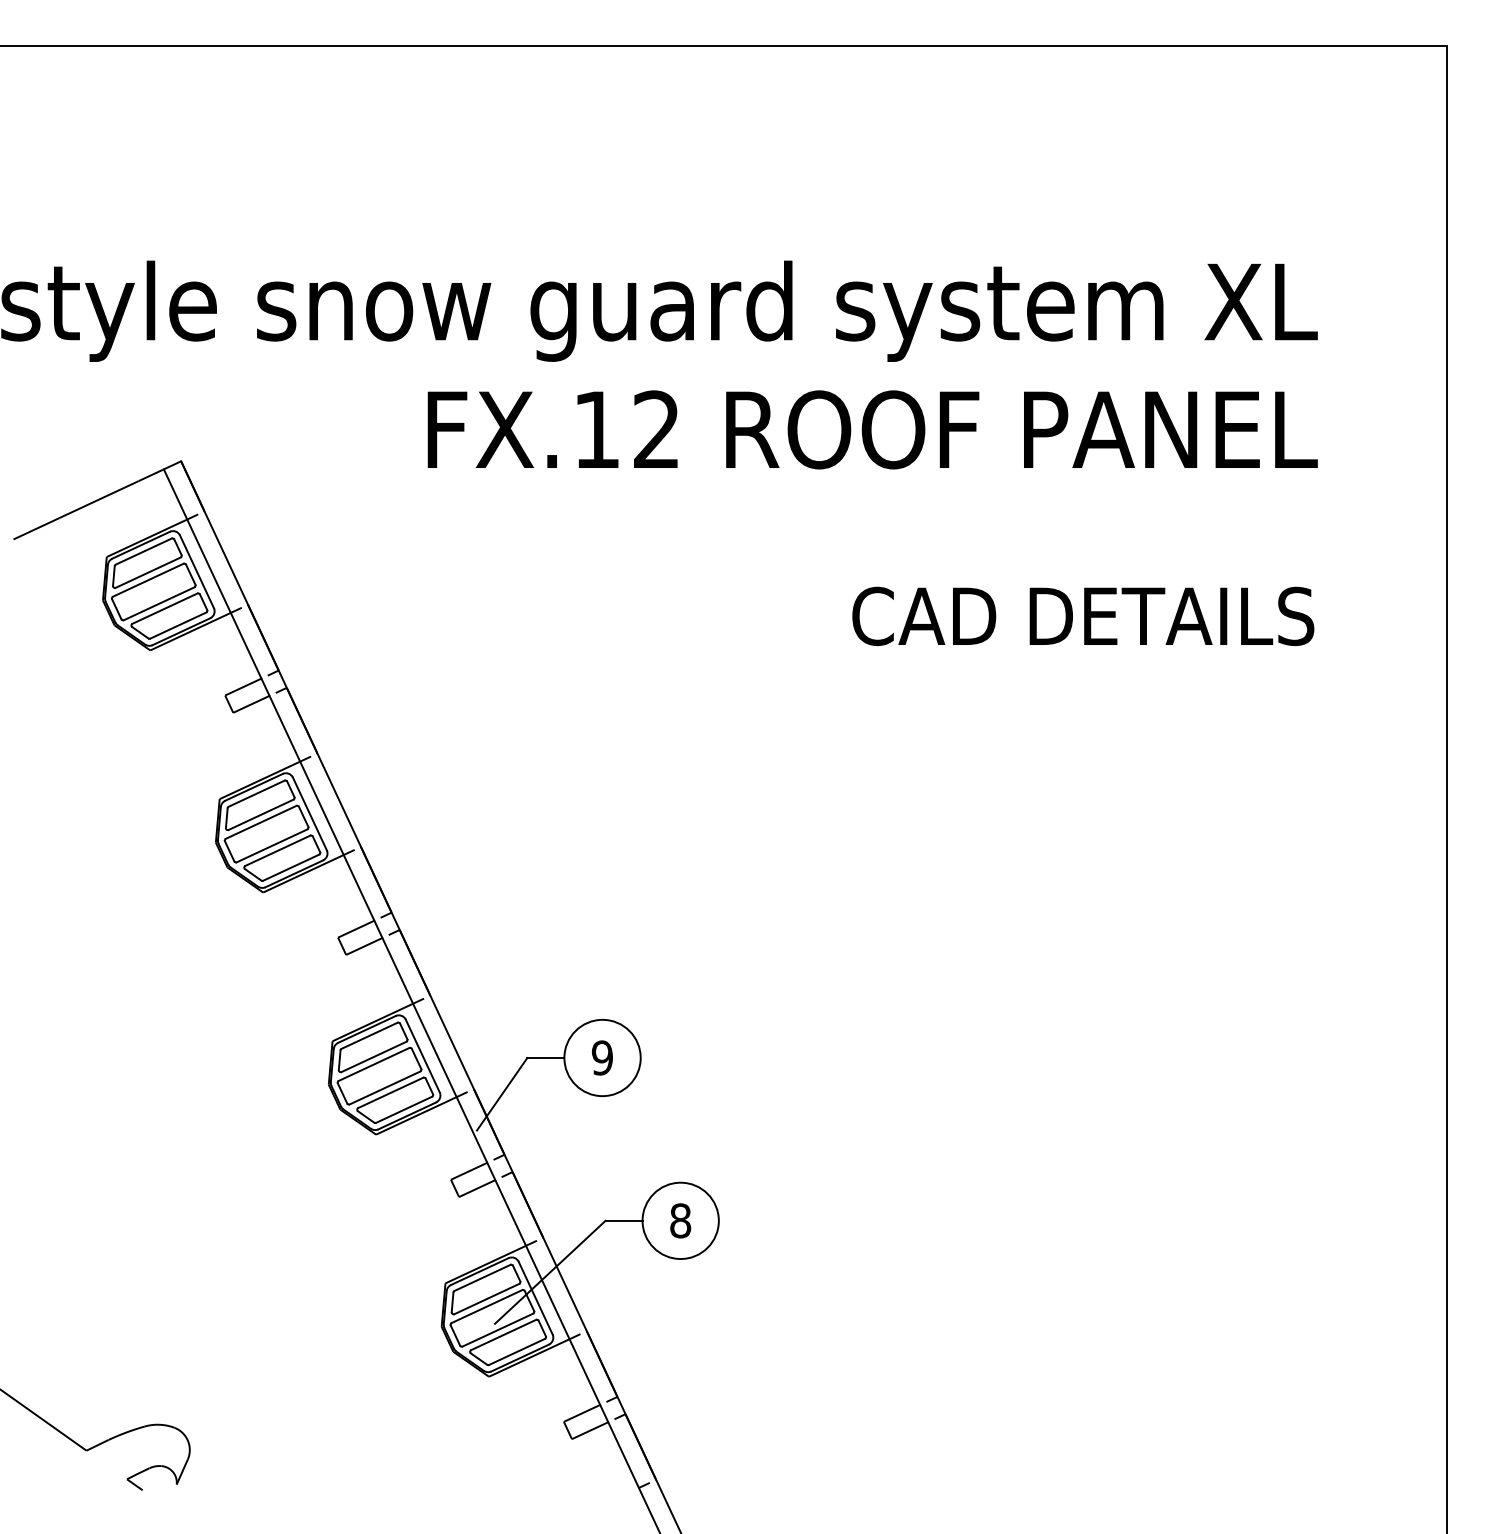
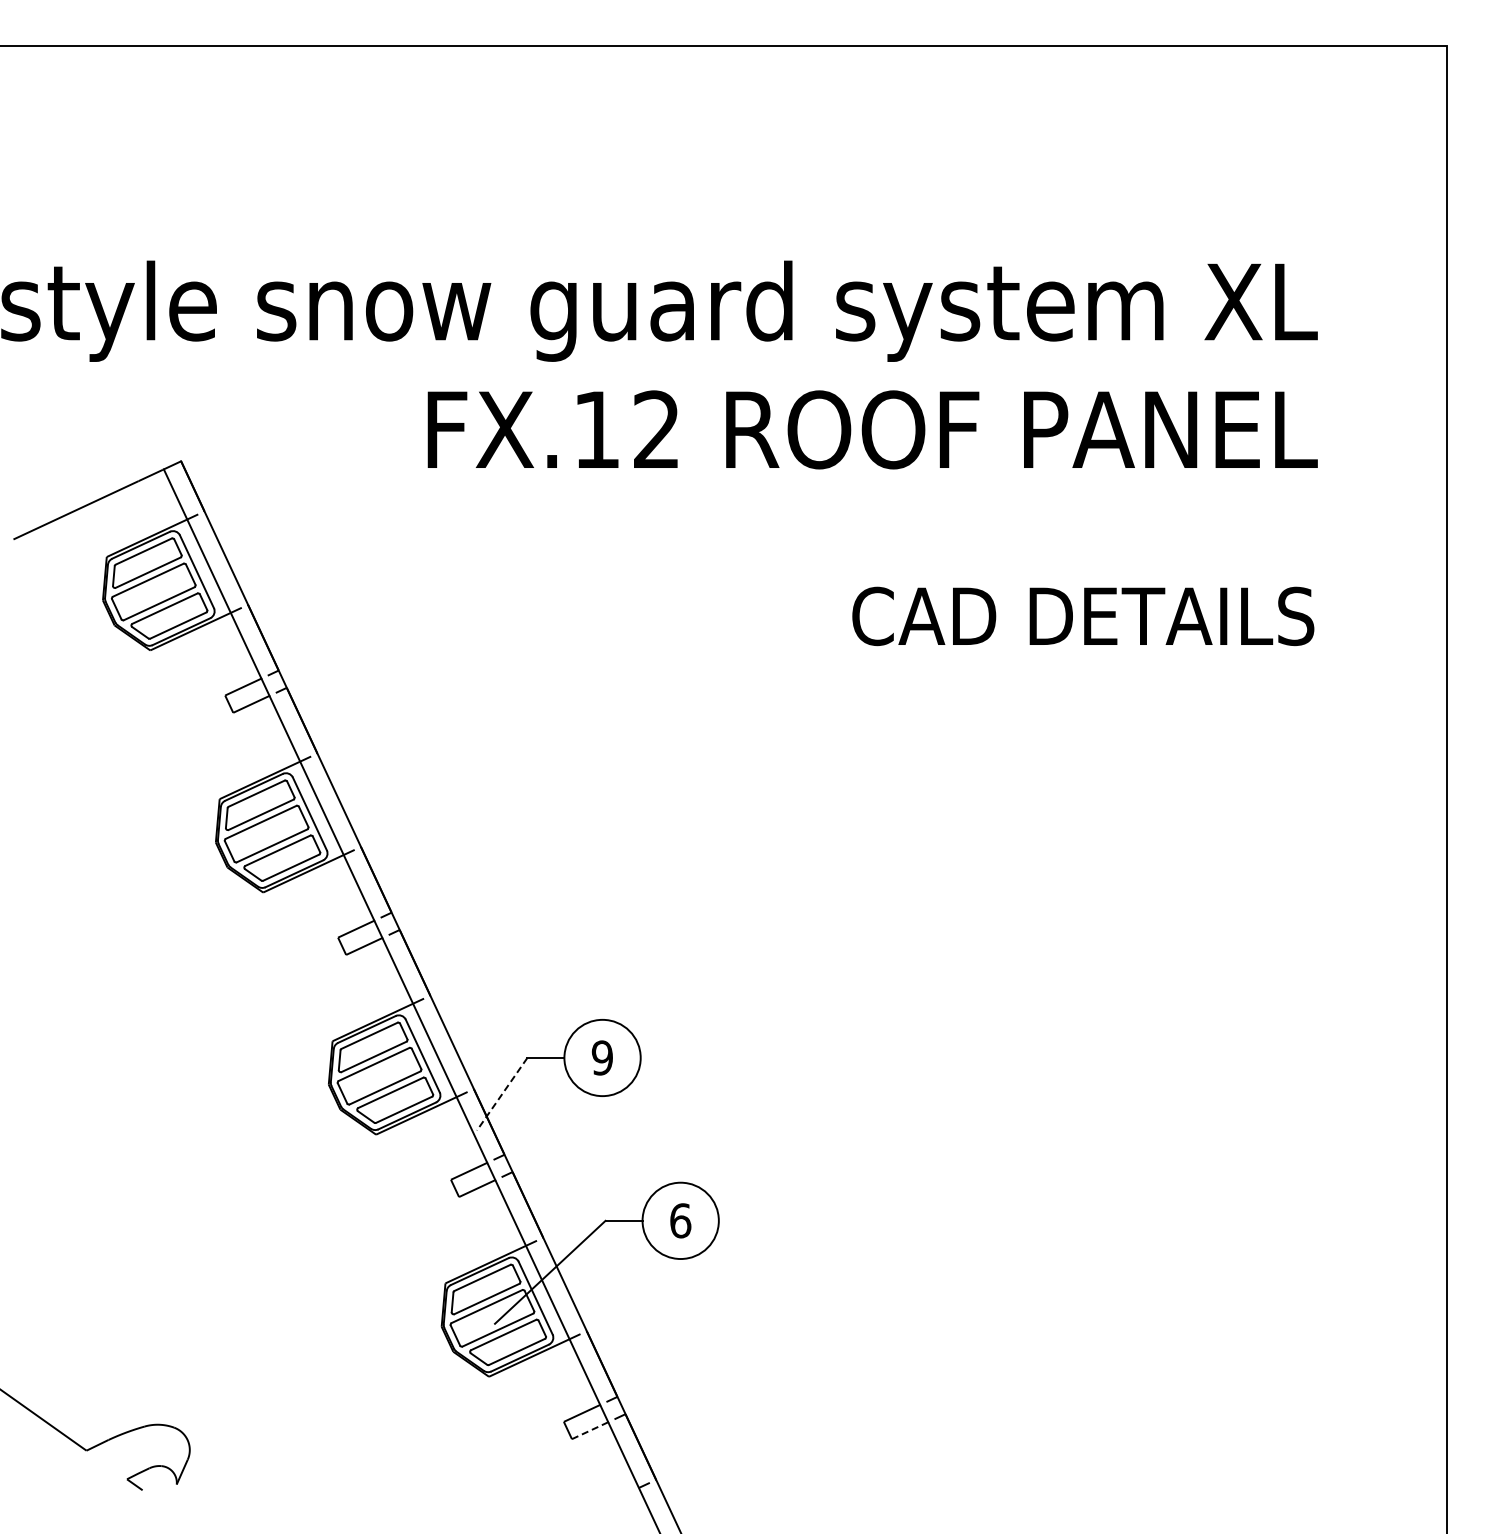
line at (501, 1094): solid -> dashed
text at (680, 1220): 8 -> 6
line at (590, 1430): solid -> dashed
